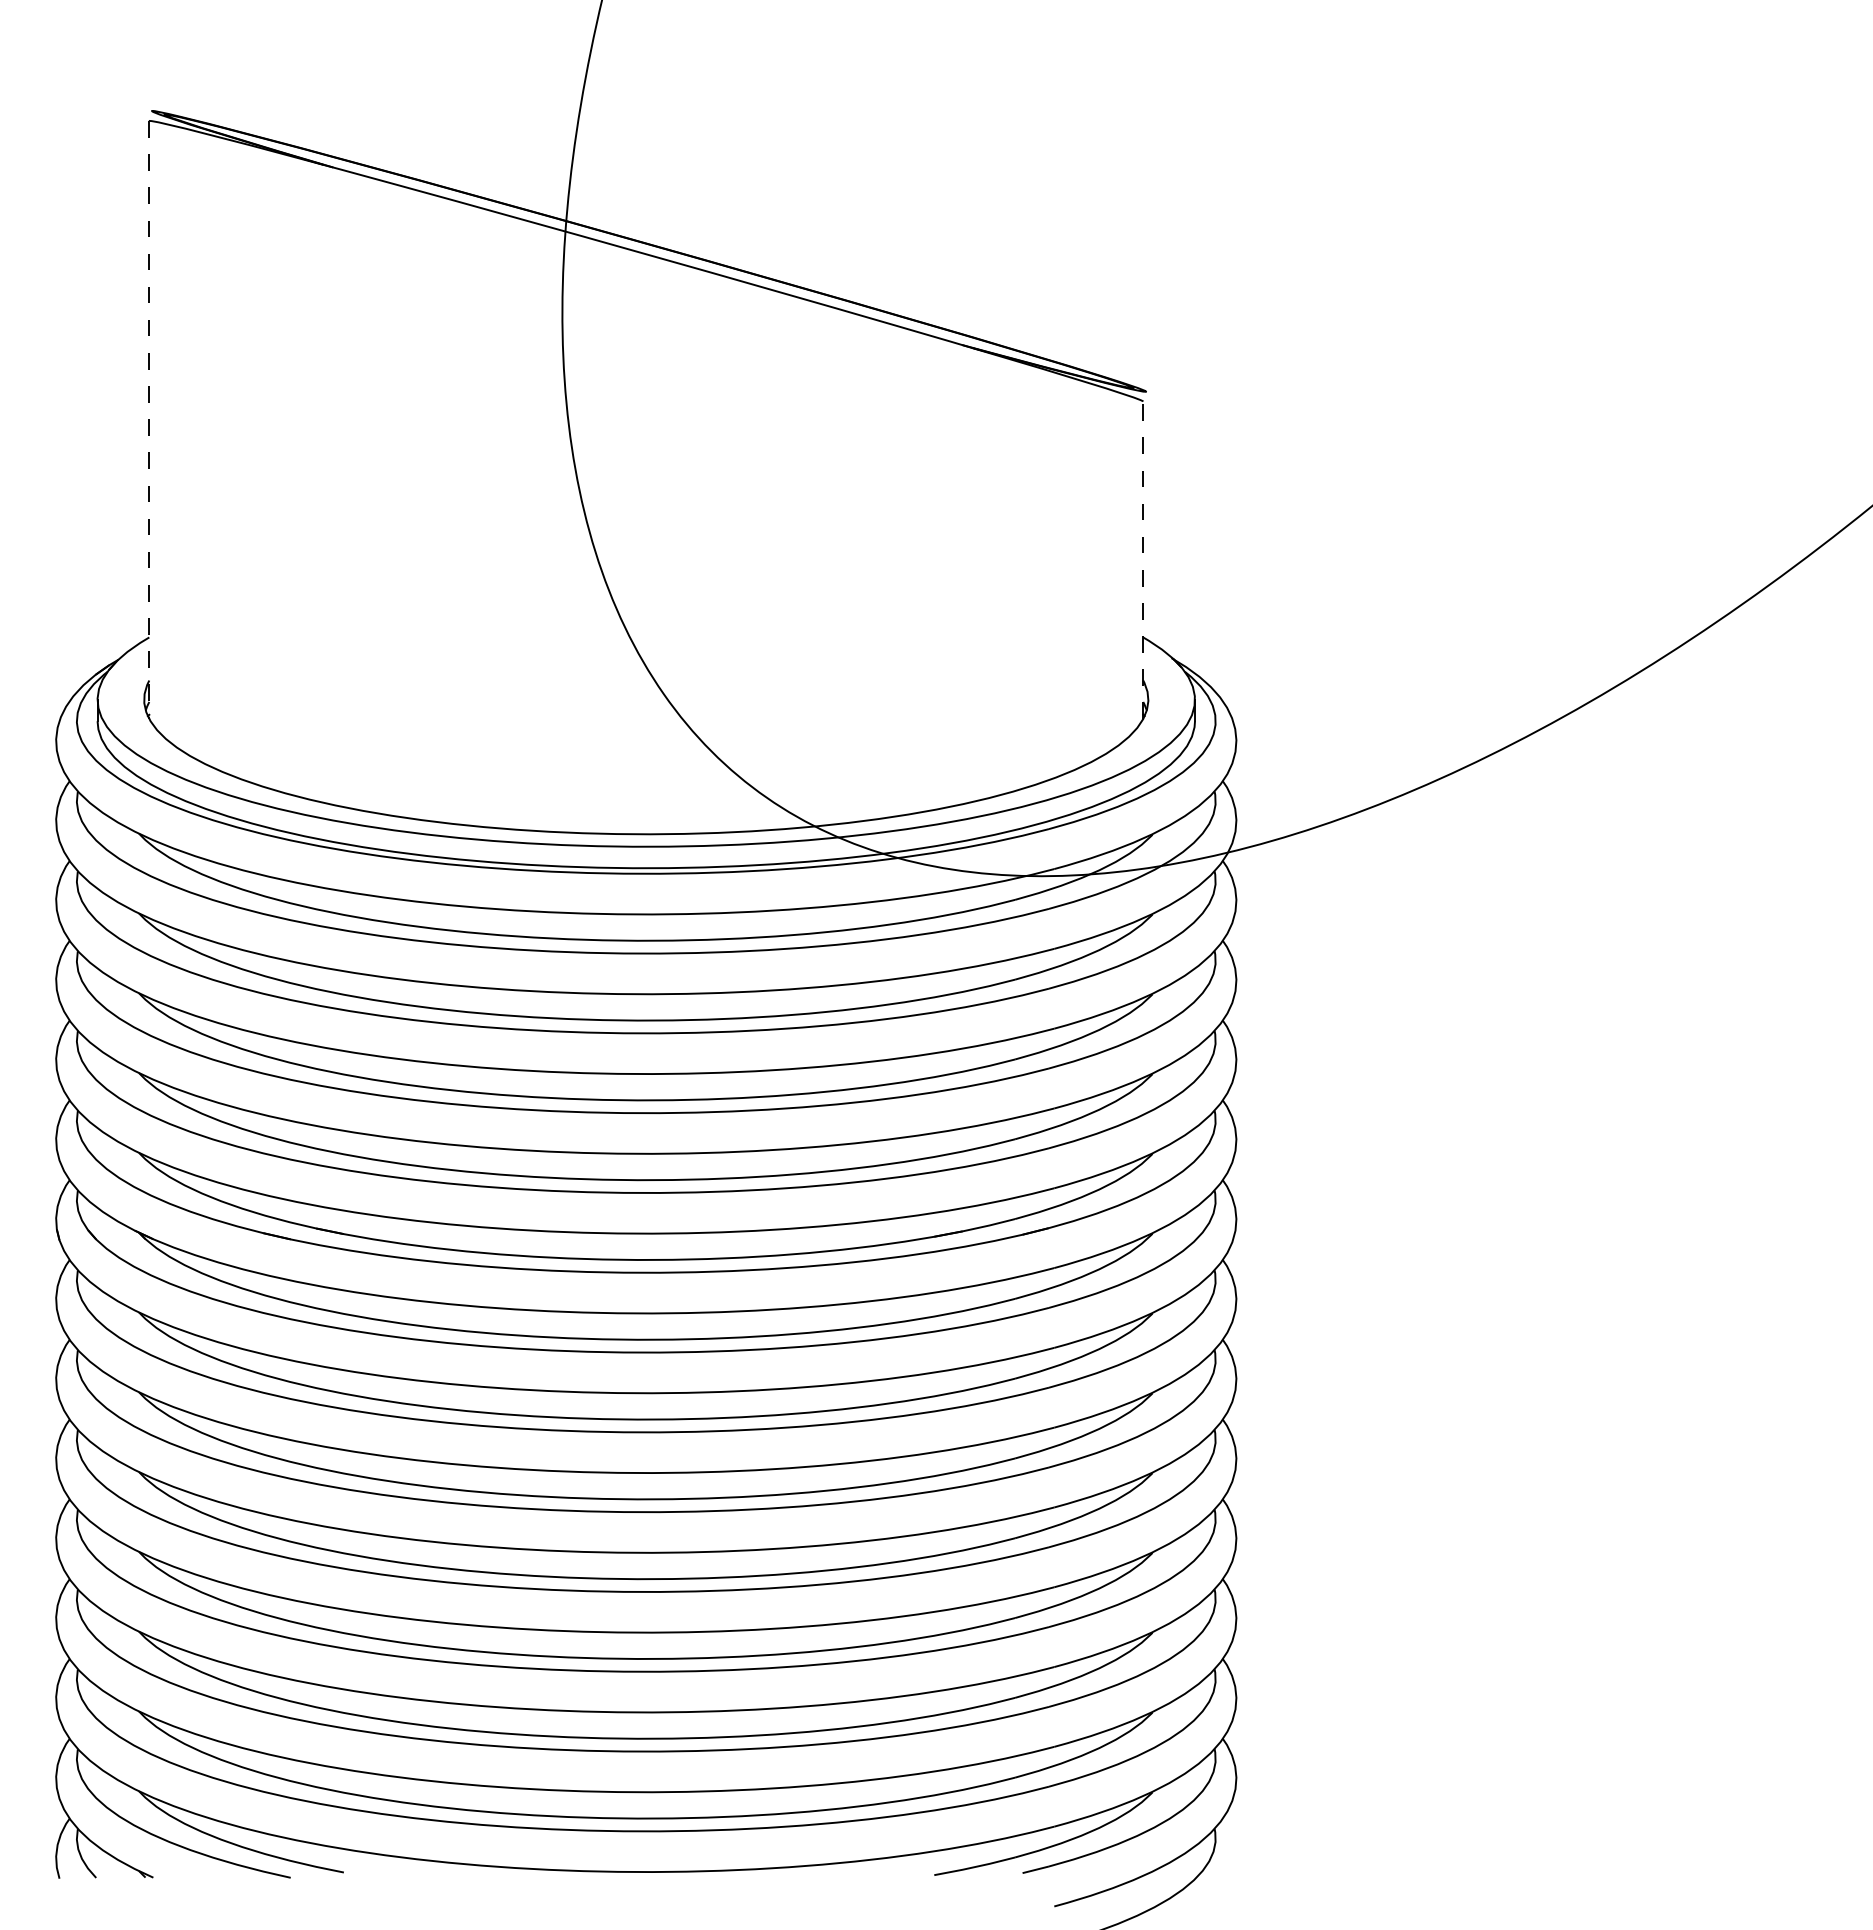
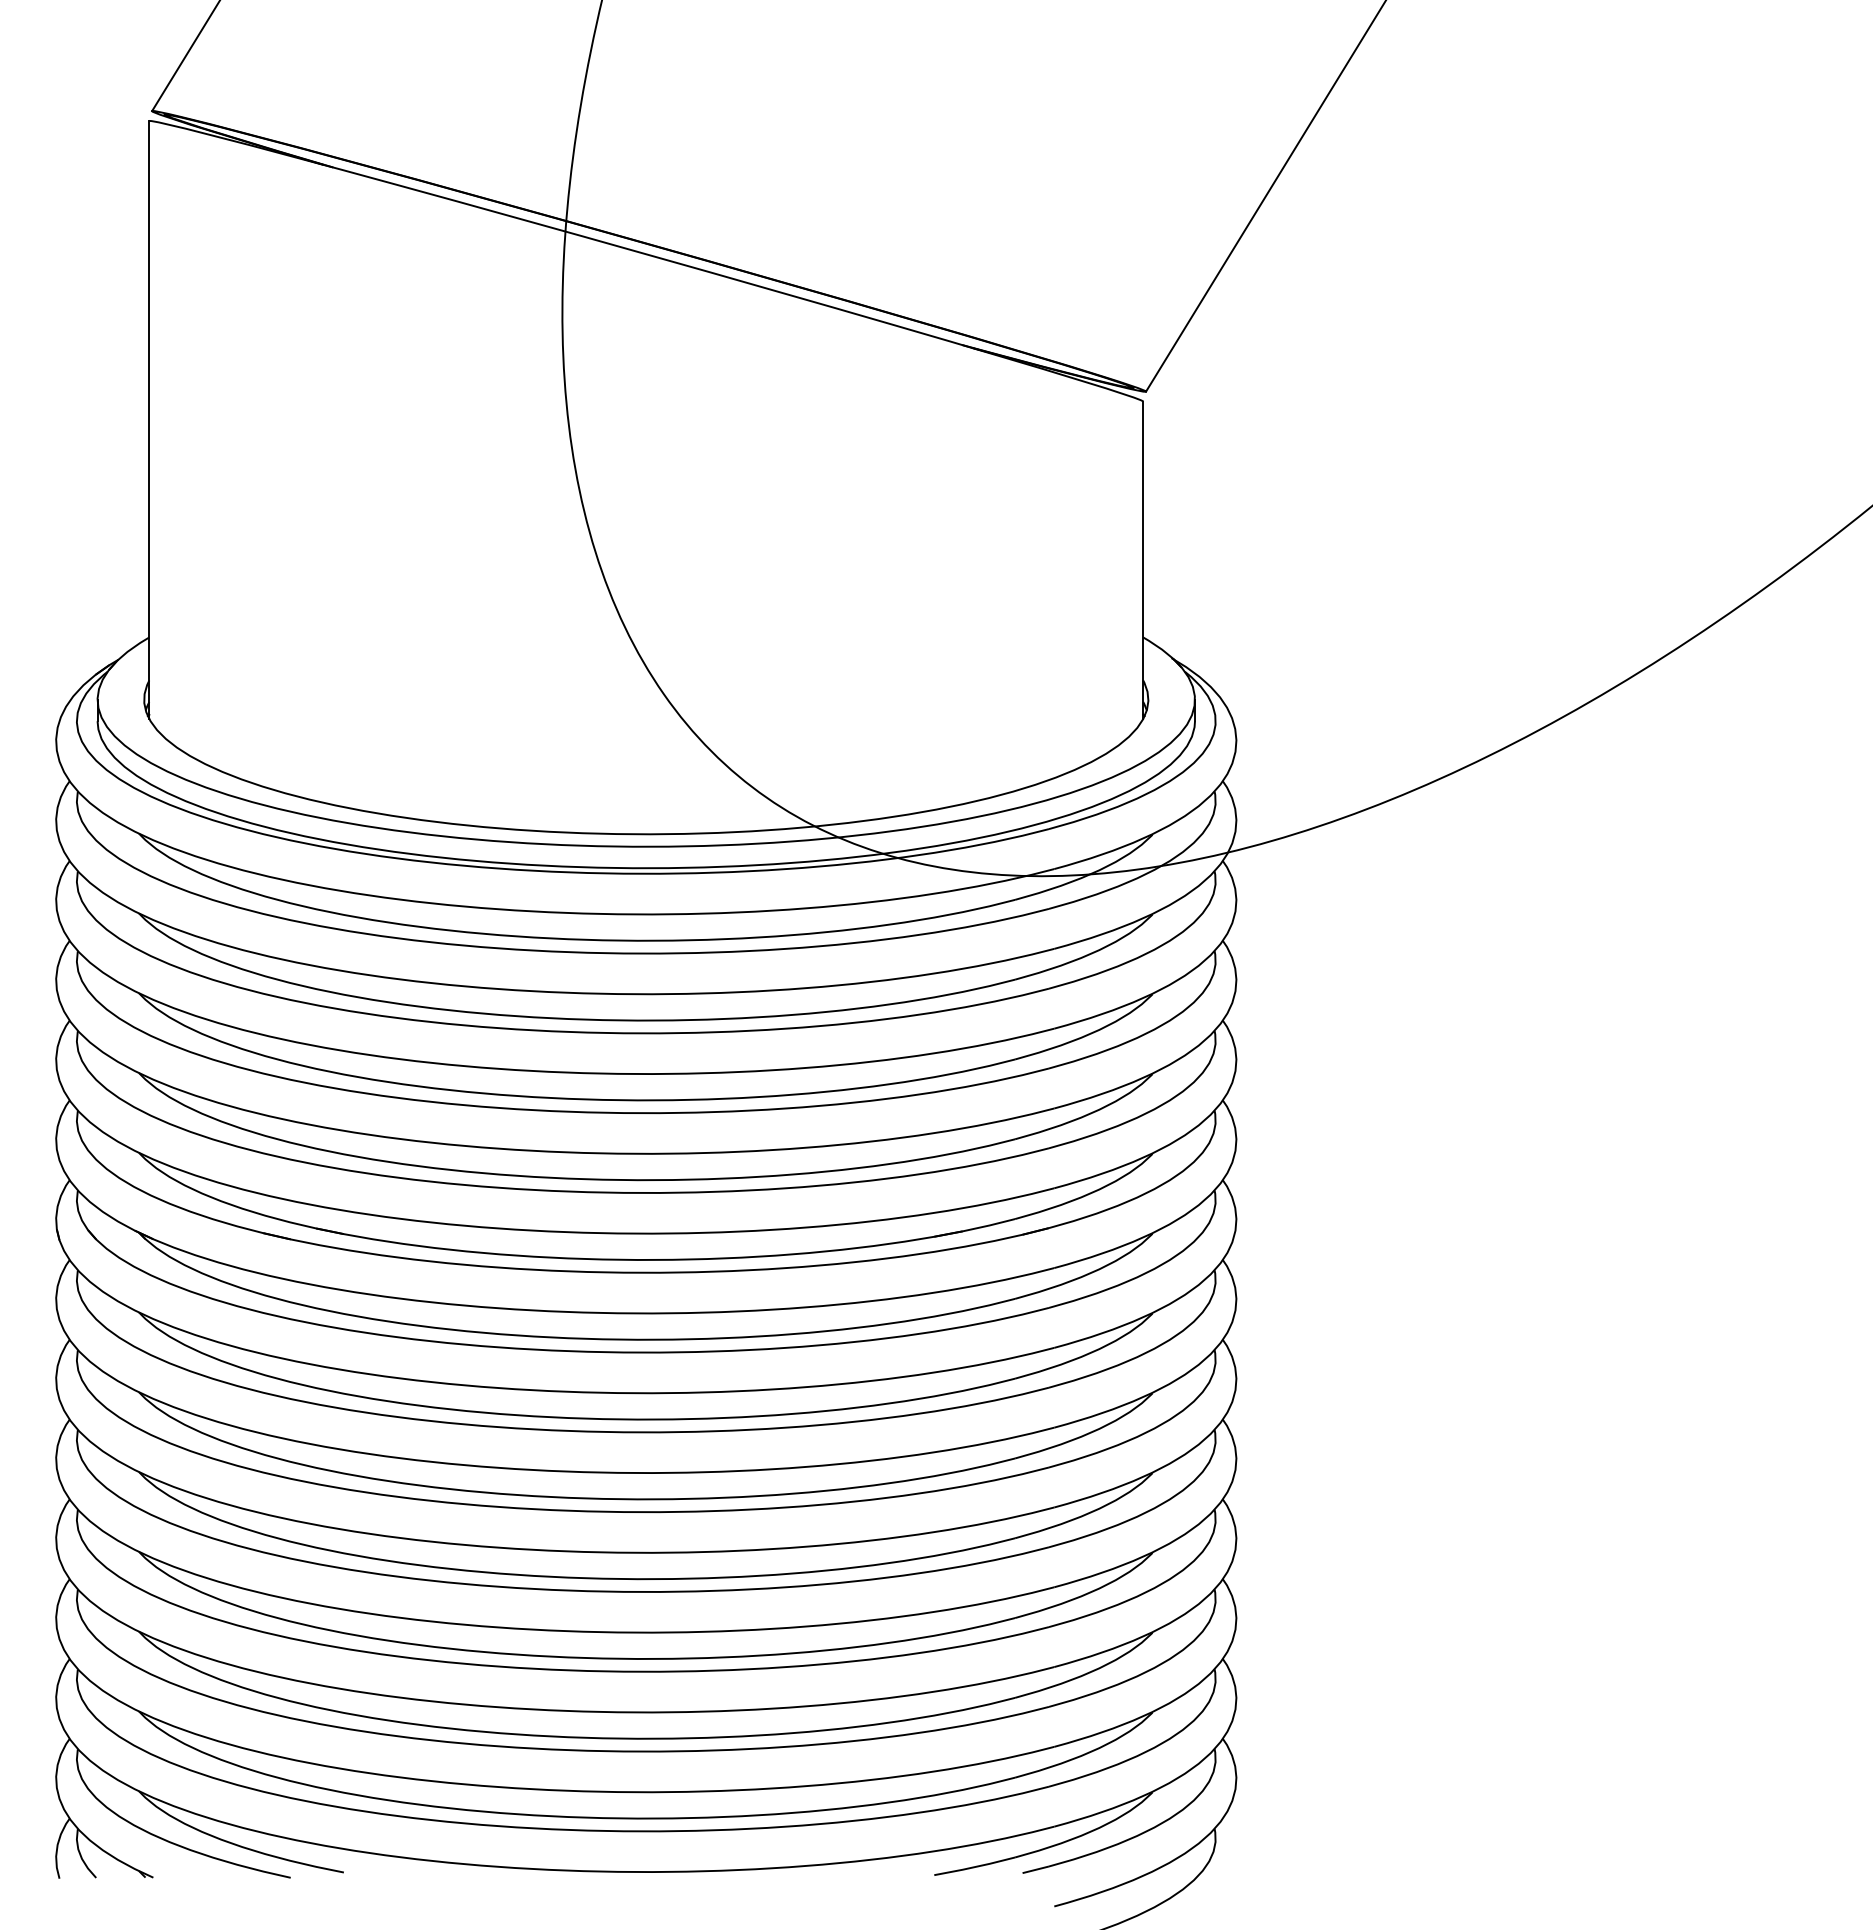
line at (185, 56): none -> present
line at (1265, 196): none -> present
line at (149, 420): dashed -> solid
line at (1143, 560): dashed -> solid
